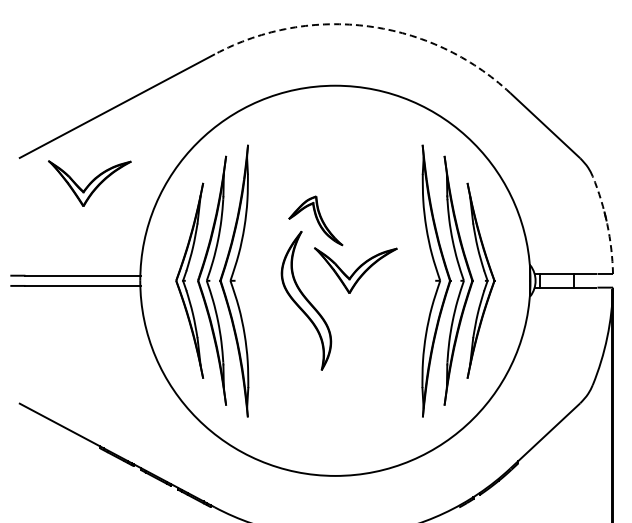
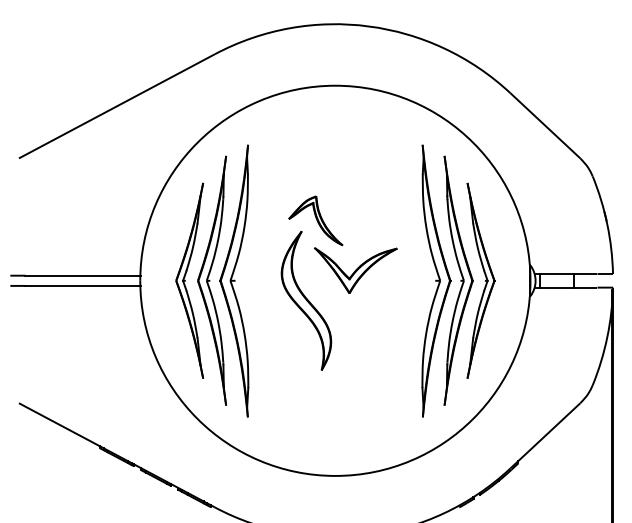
arc at (368, 26): dashed -> solid
part at (89, 183): present -> none
arc at (607, 224): dashed -> solid
